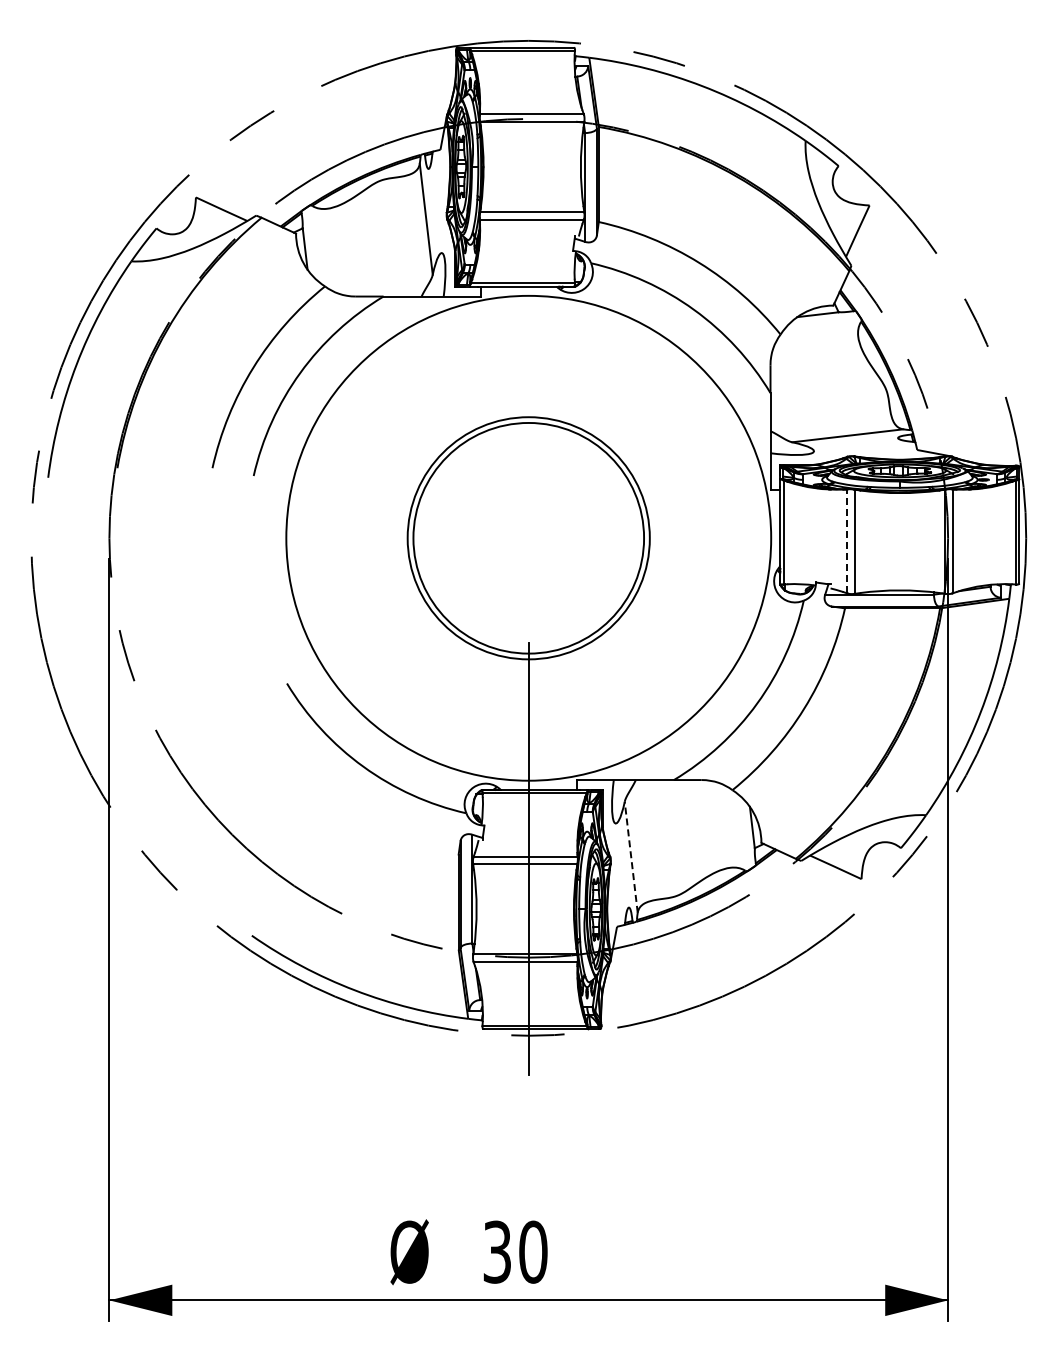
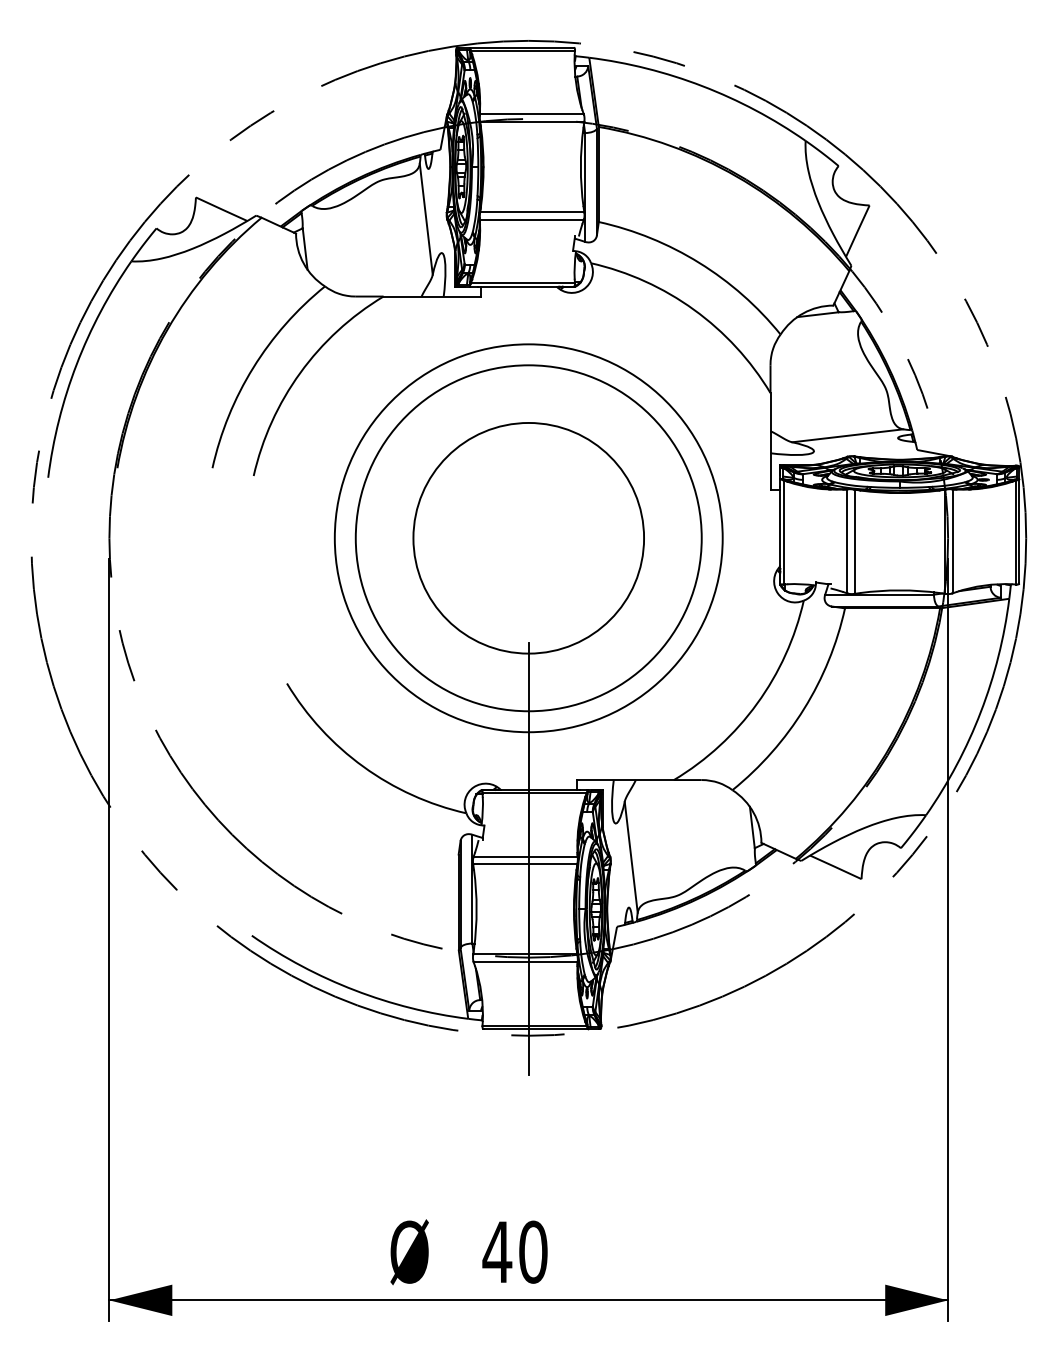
circle at (528, 537) diameter: 485 px -> 388 px
circle at (528, 538) diameter: 242 px -> 346 px
line at (847, 540): dashed -> solid
line at (631, 857): dashed -> solid
text at (497, 1251): 30 -> 40
